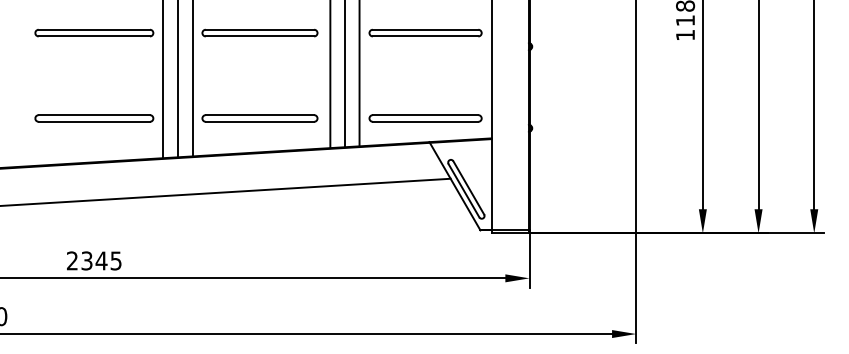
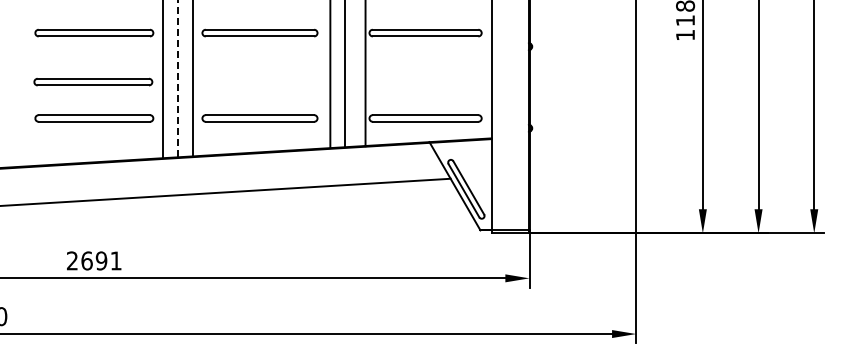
line at (359, 74) position: (359, 74) -> (365, 74)
line at (177, 78): solid -> dashed
part at (93, 81): none -> present
text at (101, 260): 2345 -> 2691
